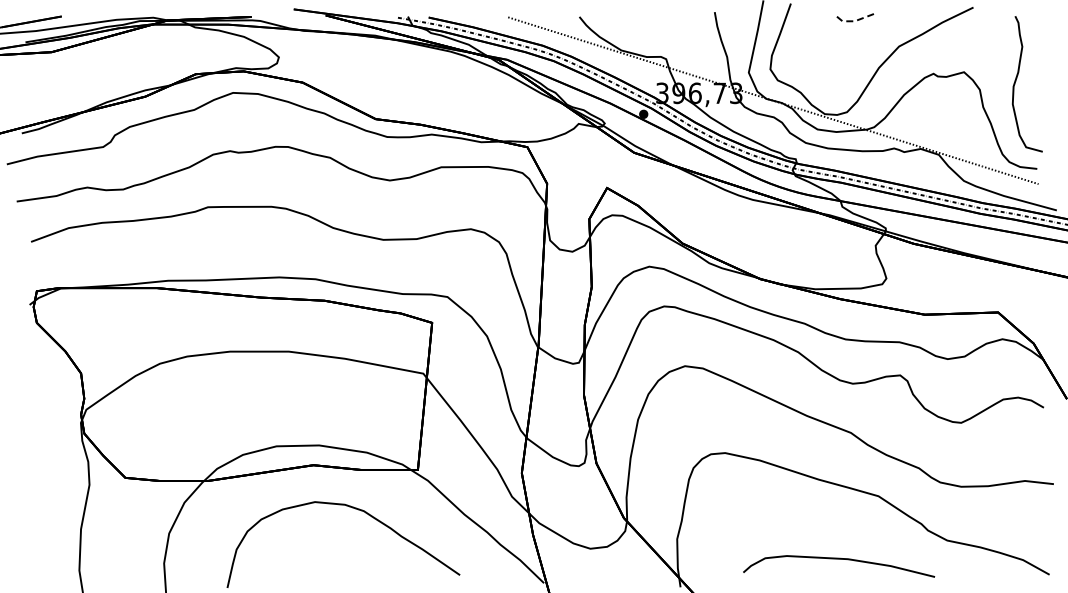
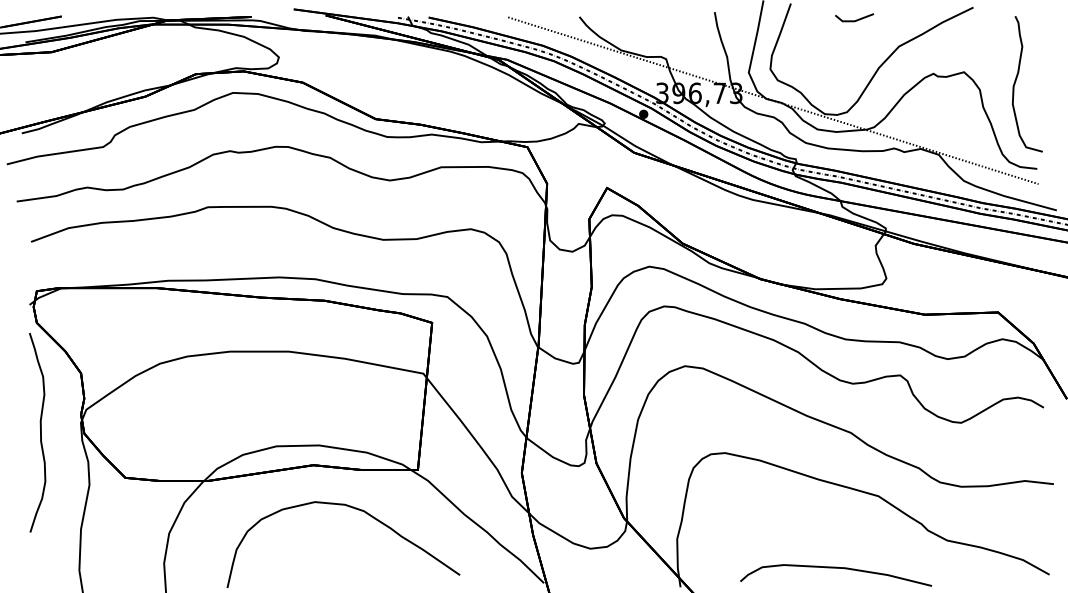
line at (853, 21): dashed -> solid
curve at (40, 432): none -> present
curve at (839, 559) position: (839, 559) -> (836, 568)
